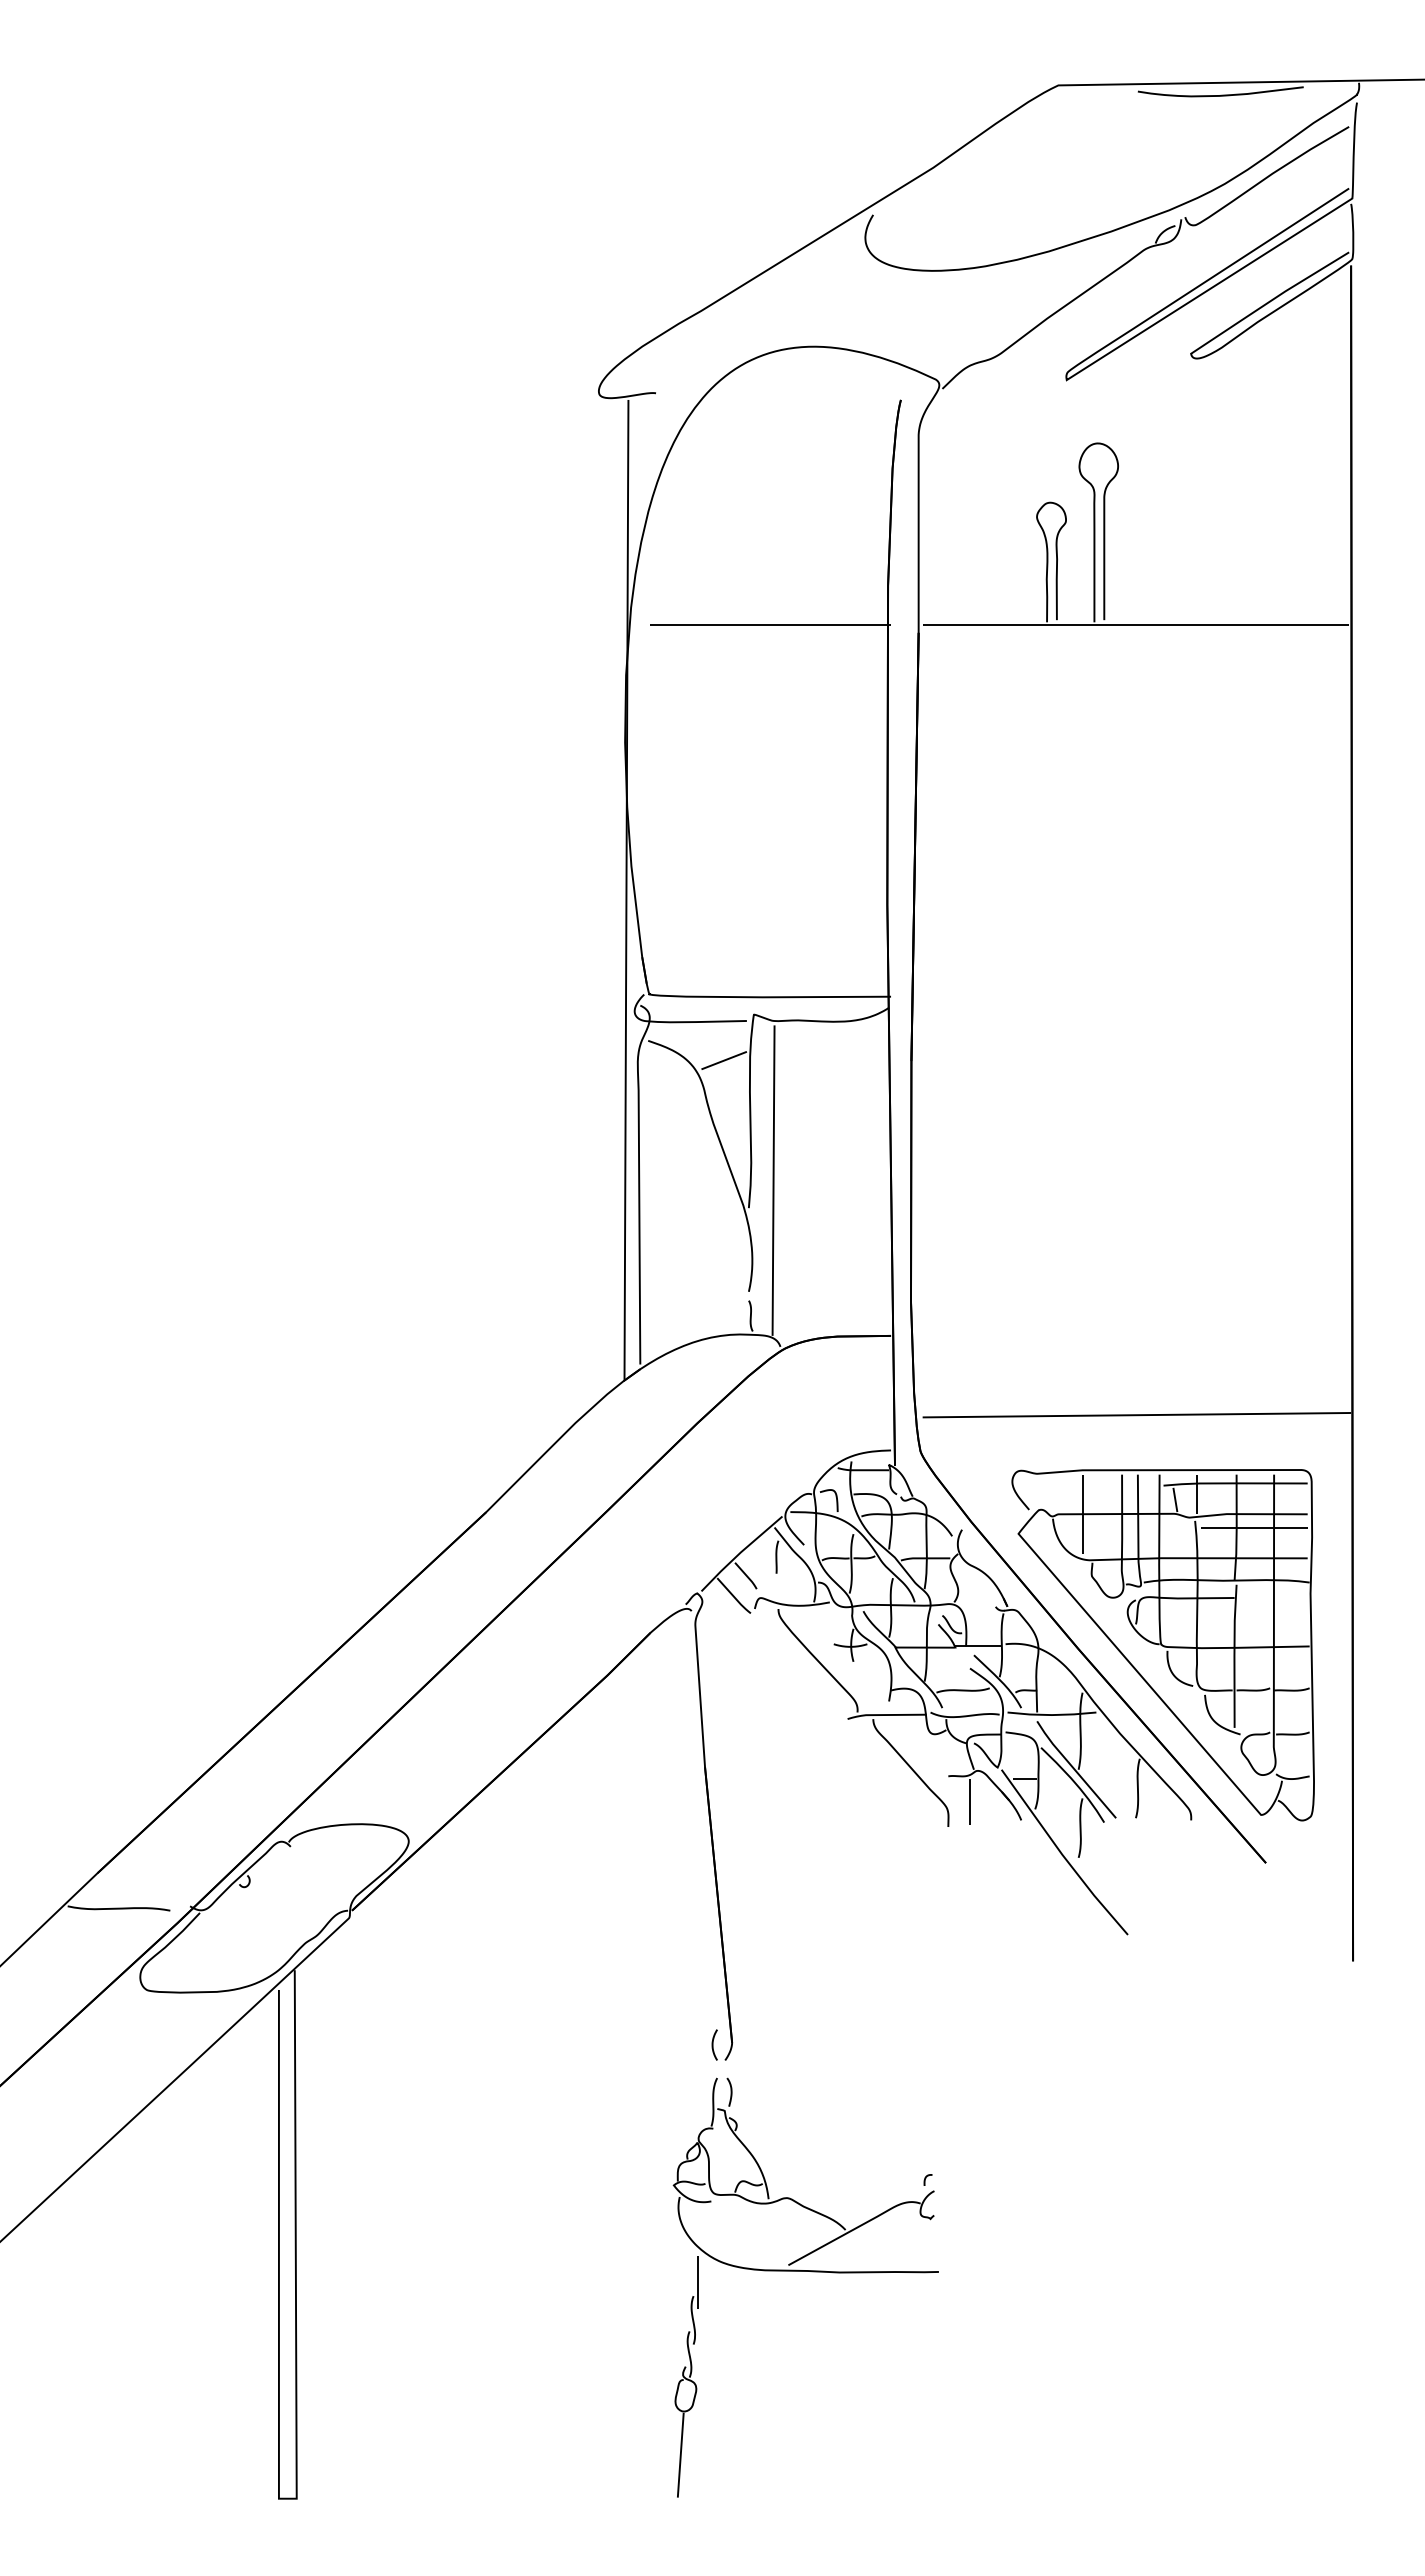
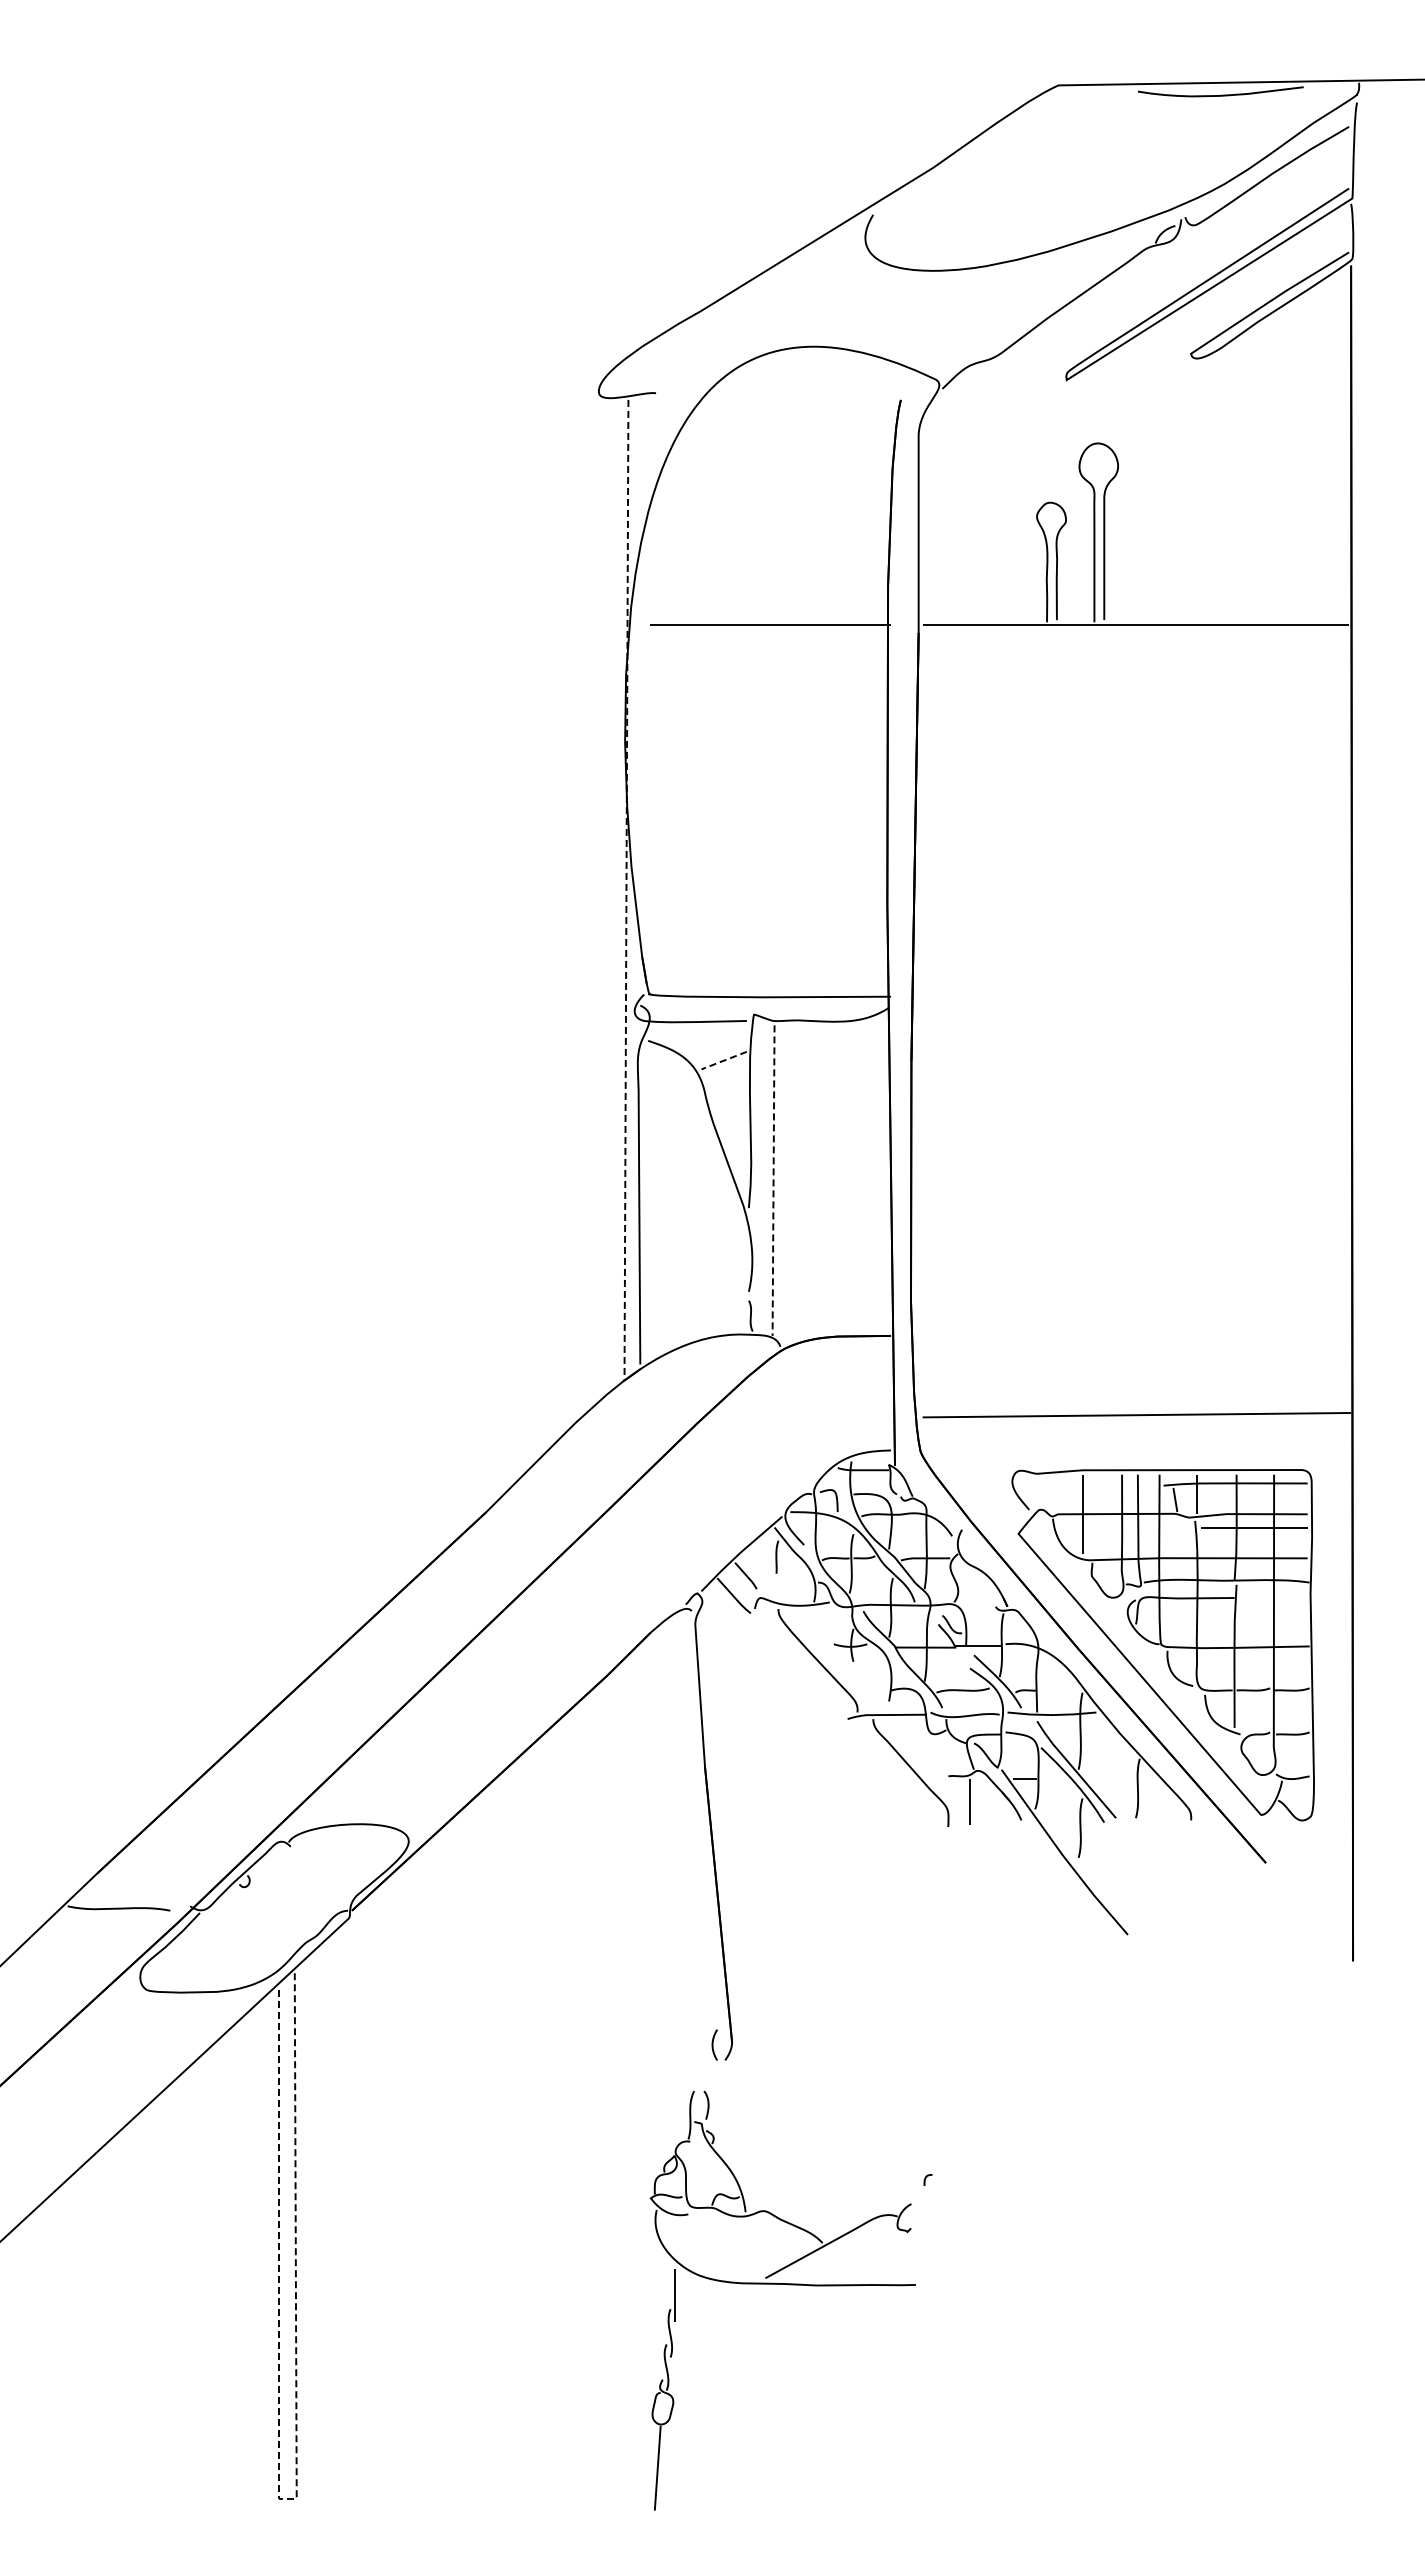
line at (626, 890): solid -> dashed
line at (723, 1060): solid -> dashed
line at (773, 1181): solid -> dashed
part at (805, 2271) position: (805, 2271) -> (782, 2284)
line at (296, 2498): solid -> dashed
